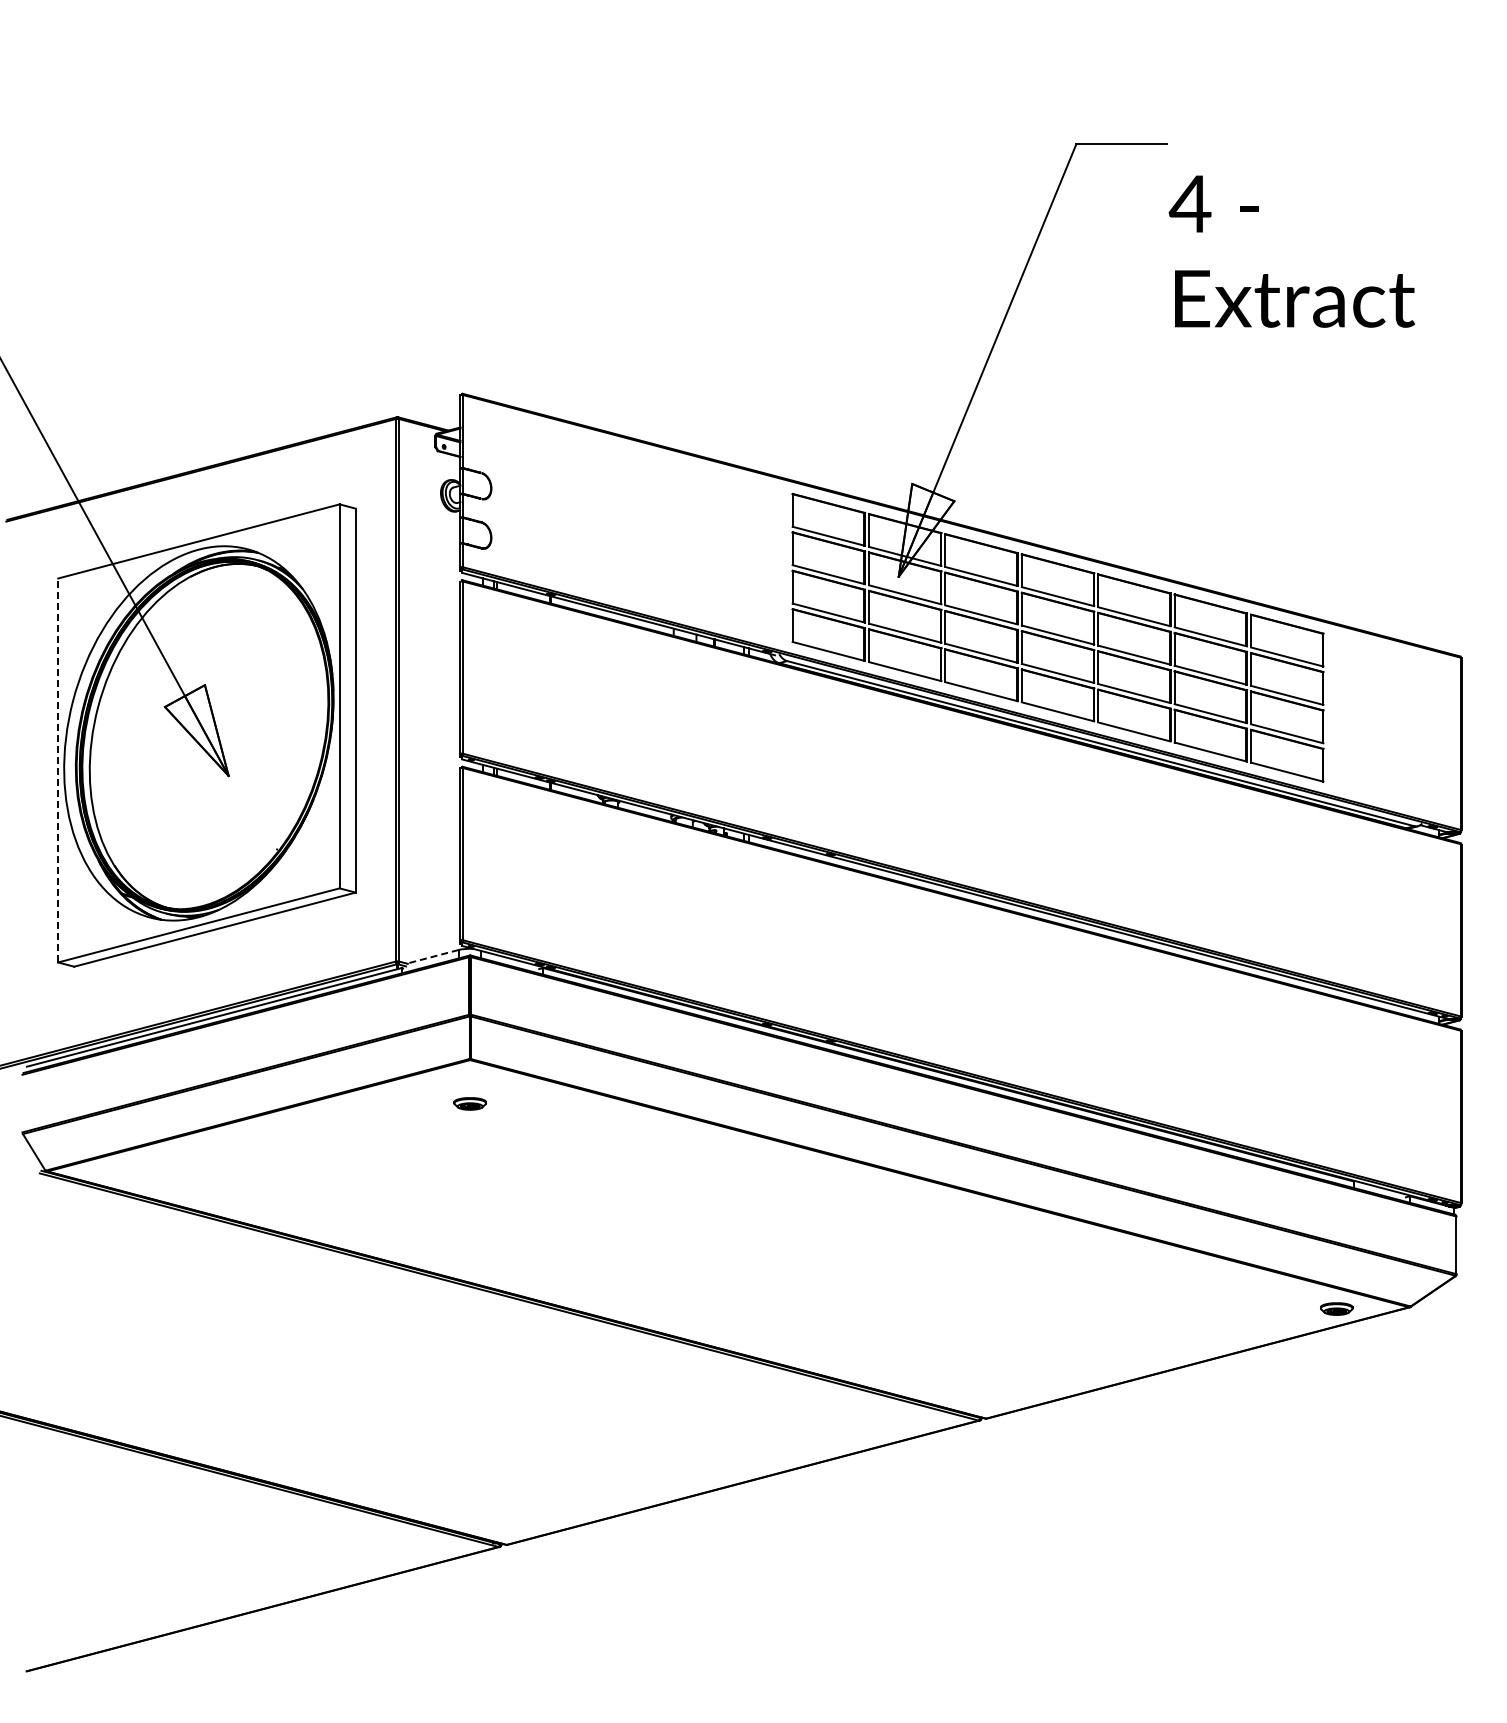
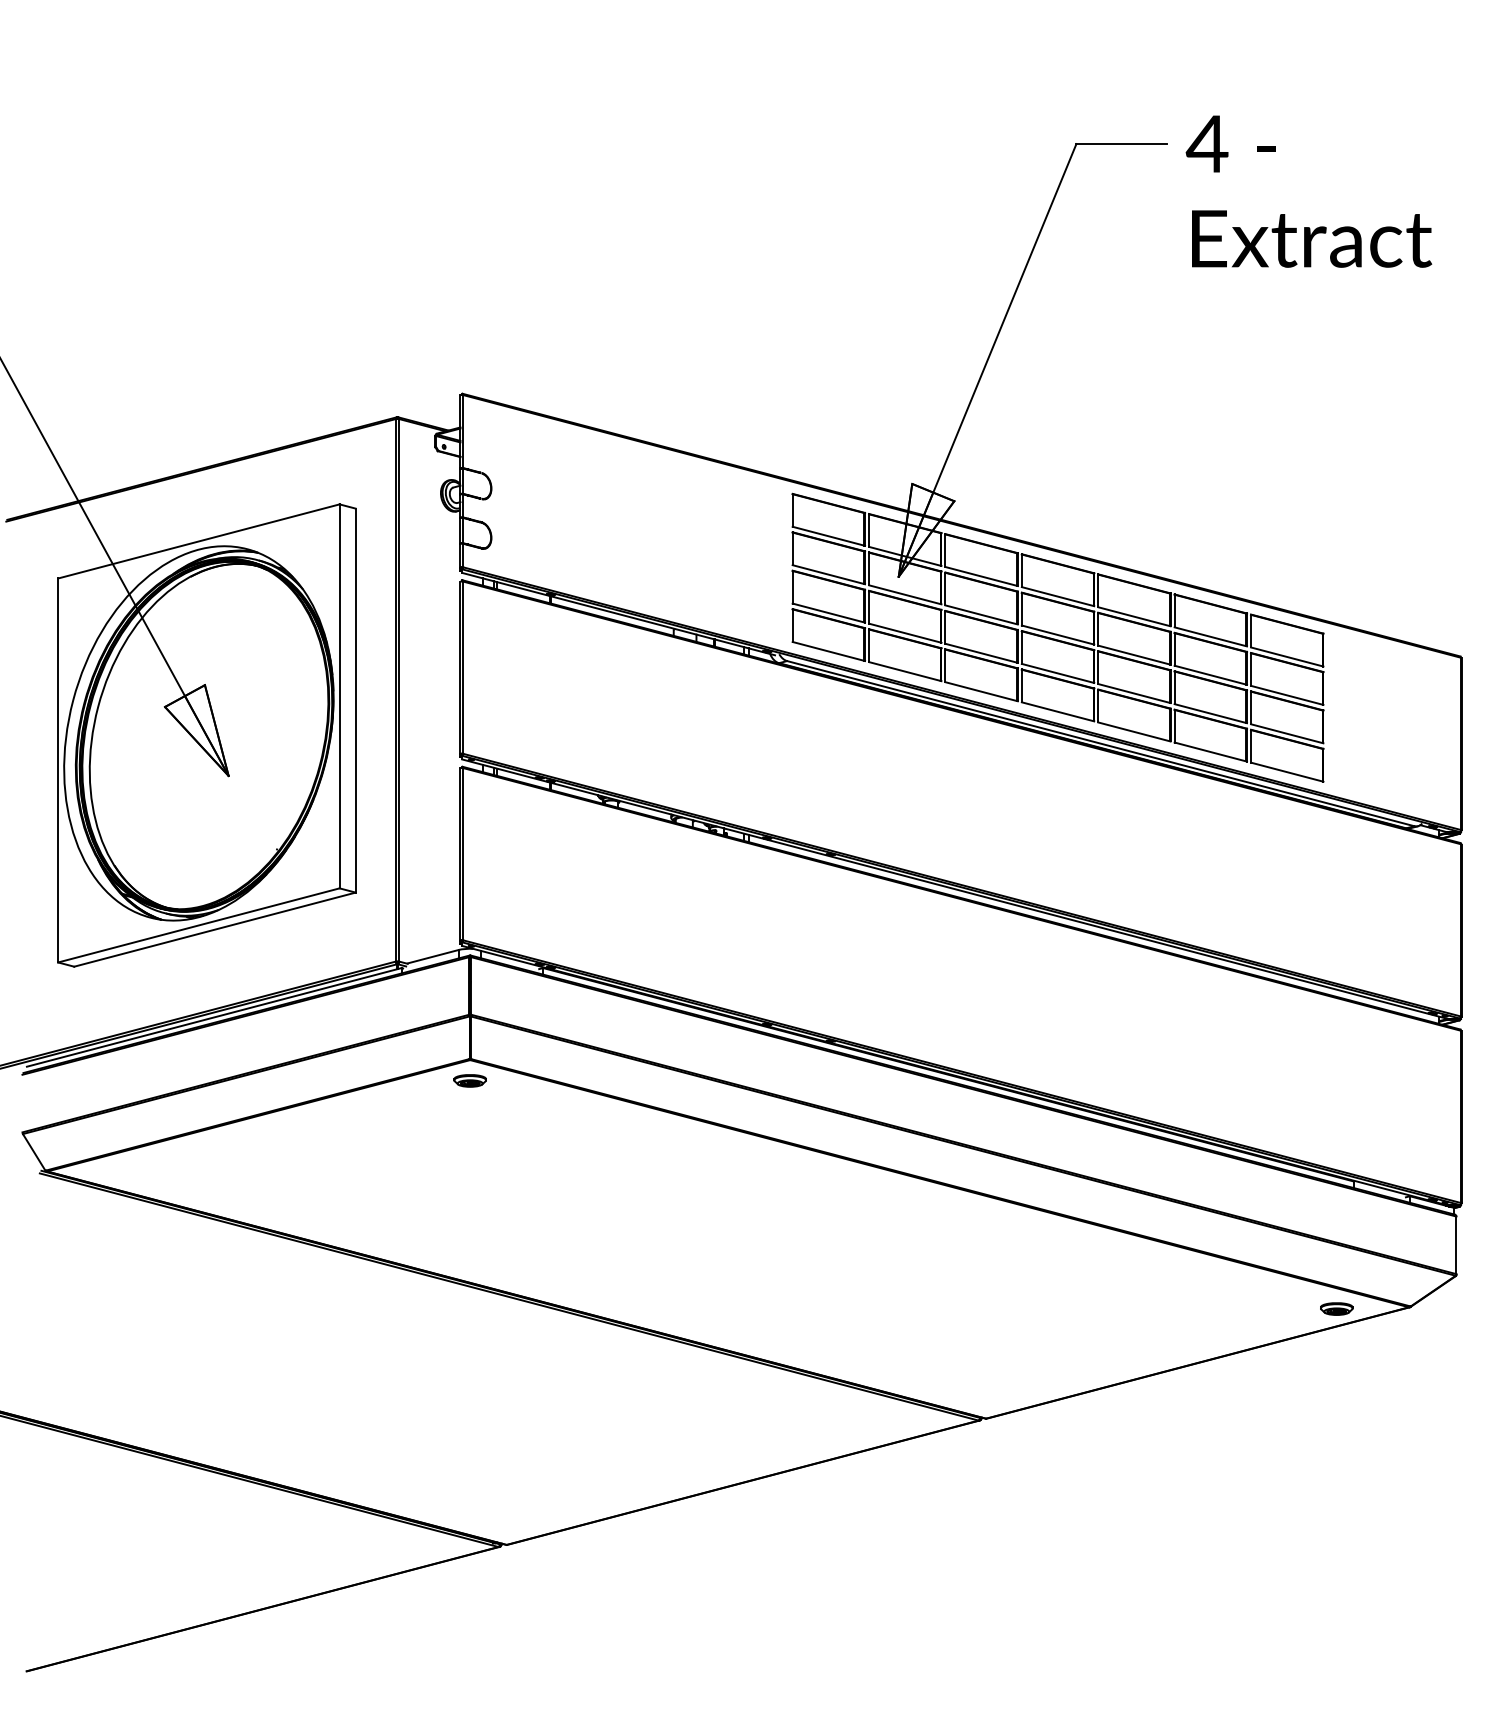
text at (1291, 251) position: (1291, 251) -> (1308, 191)
line at (58, 770): dashed -> solid
line at (432, 956): dashed -> solid
part at (469, 1103) position: (469, 1103) -> (469, 1080)
